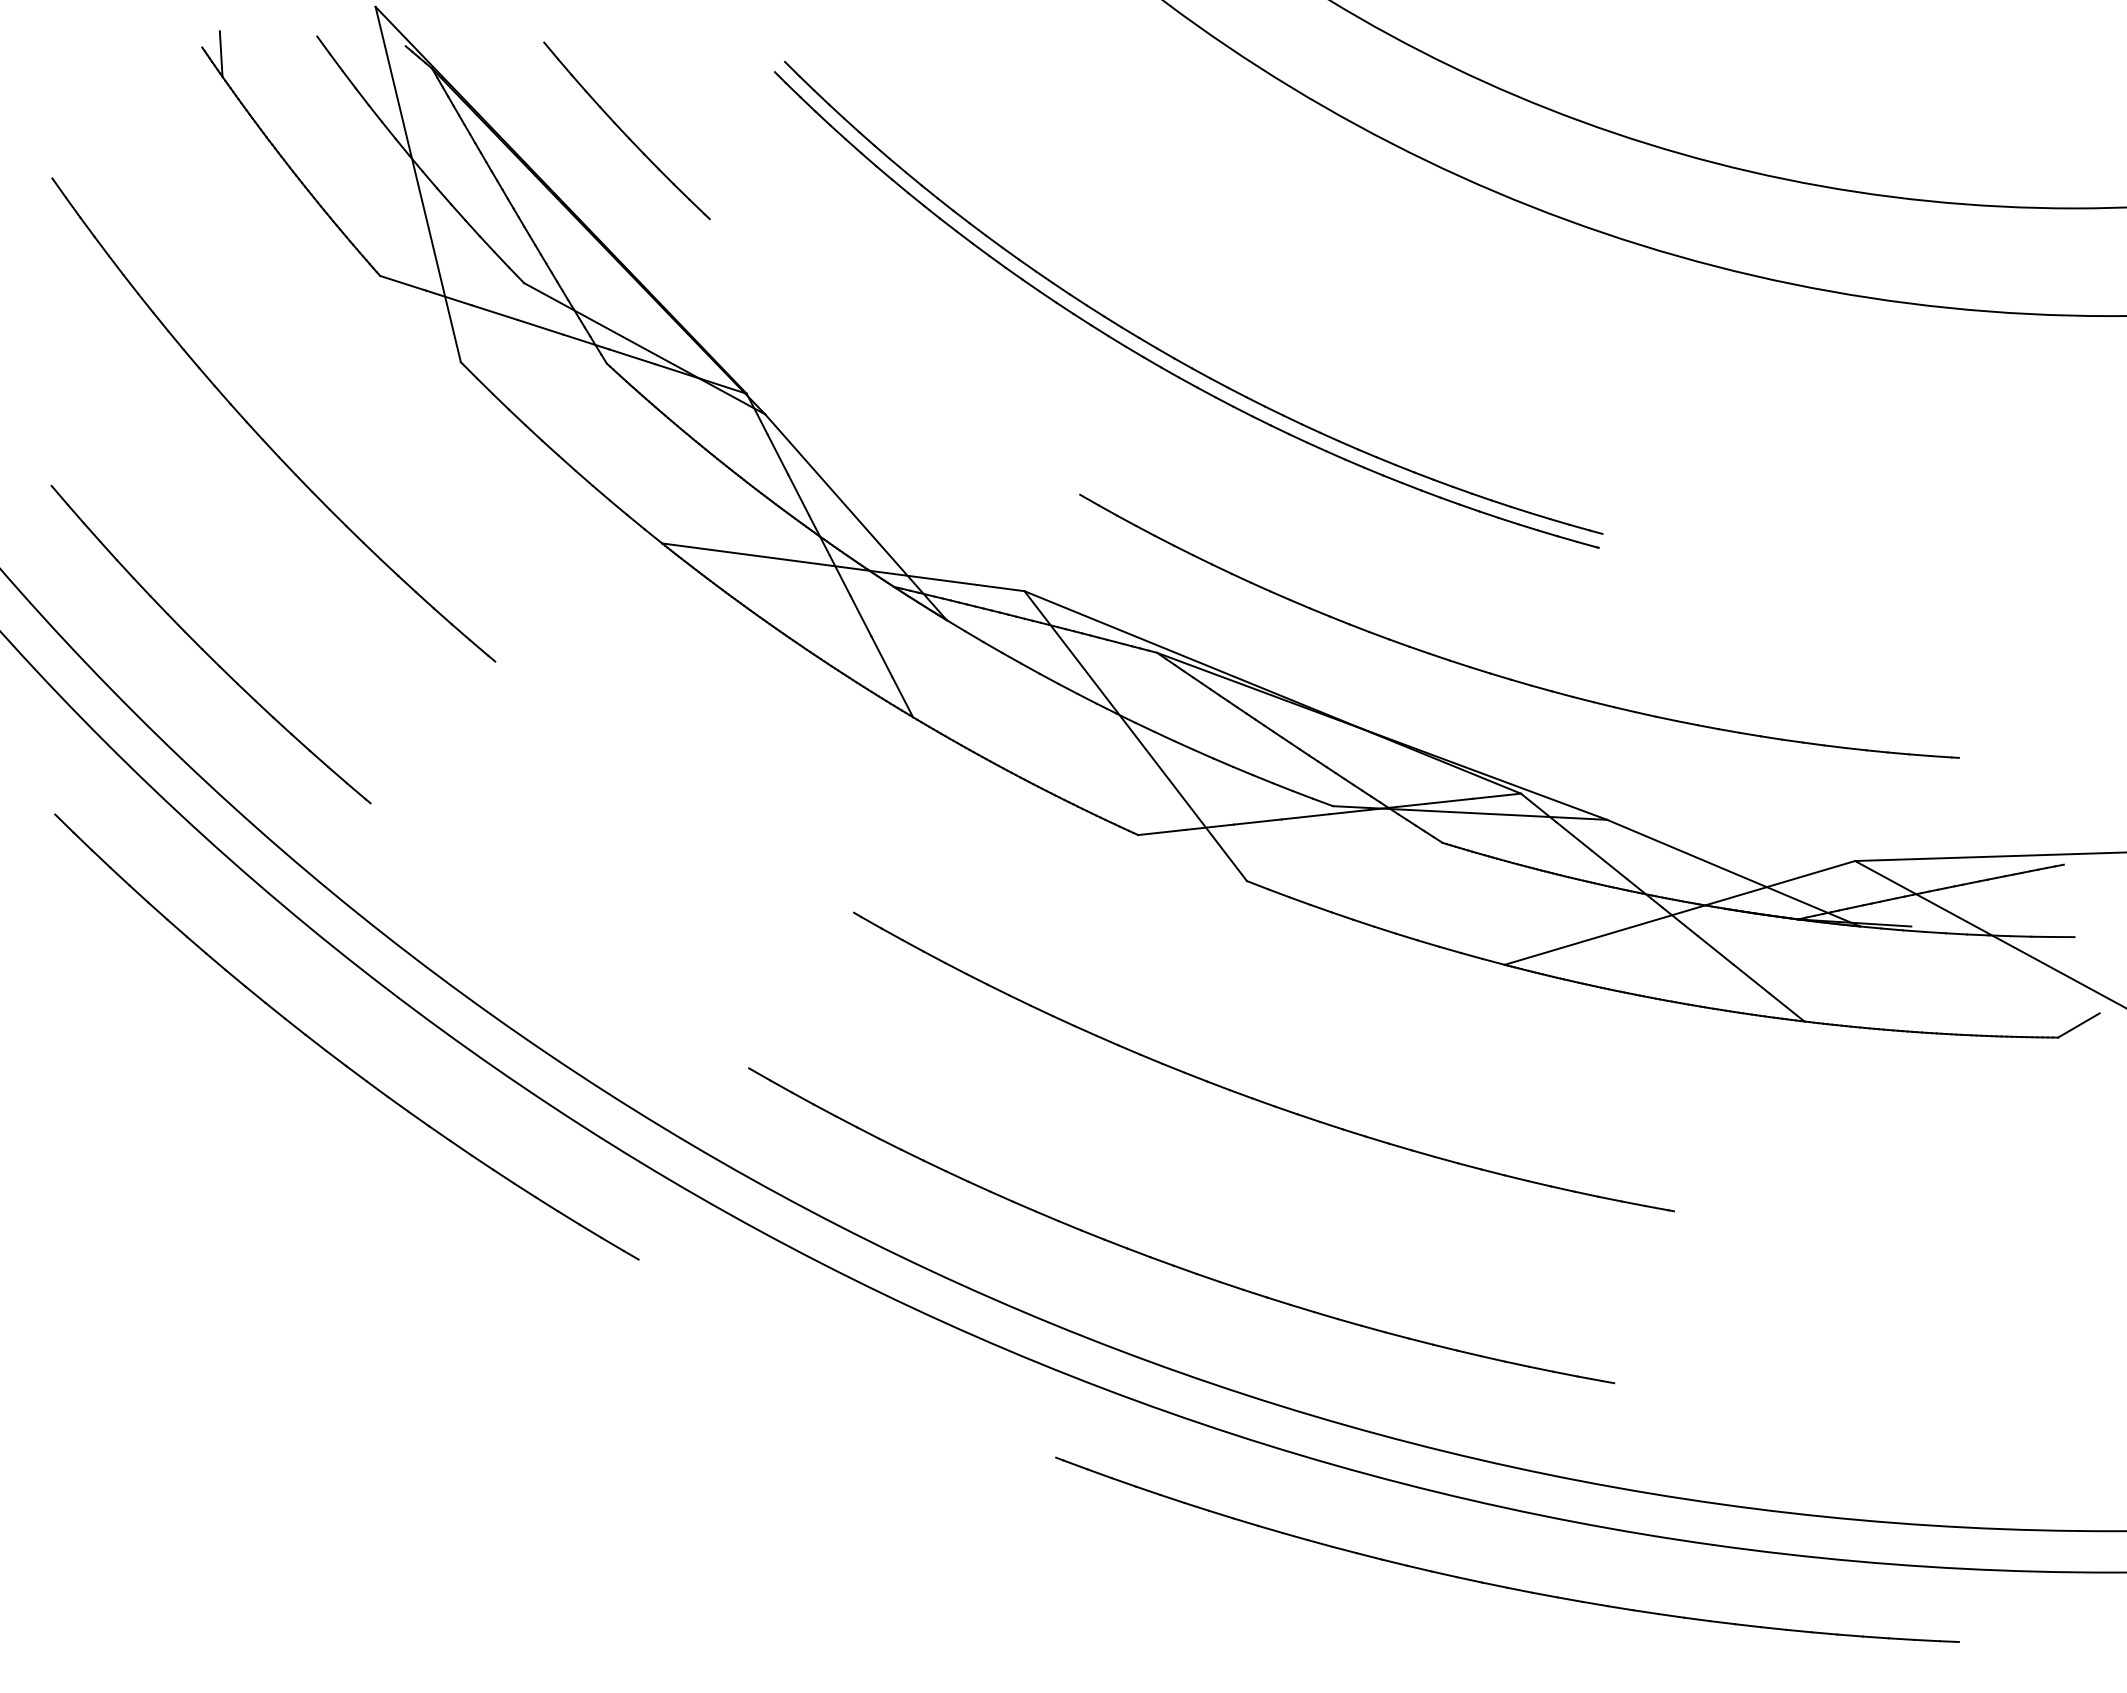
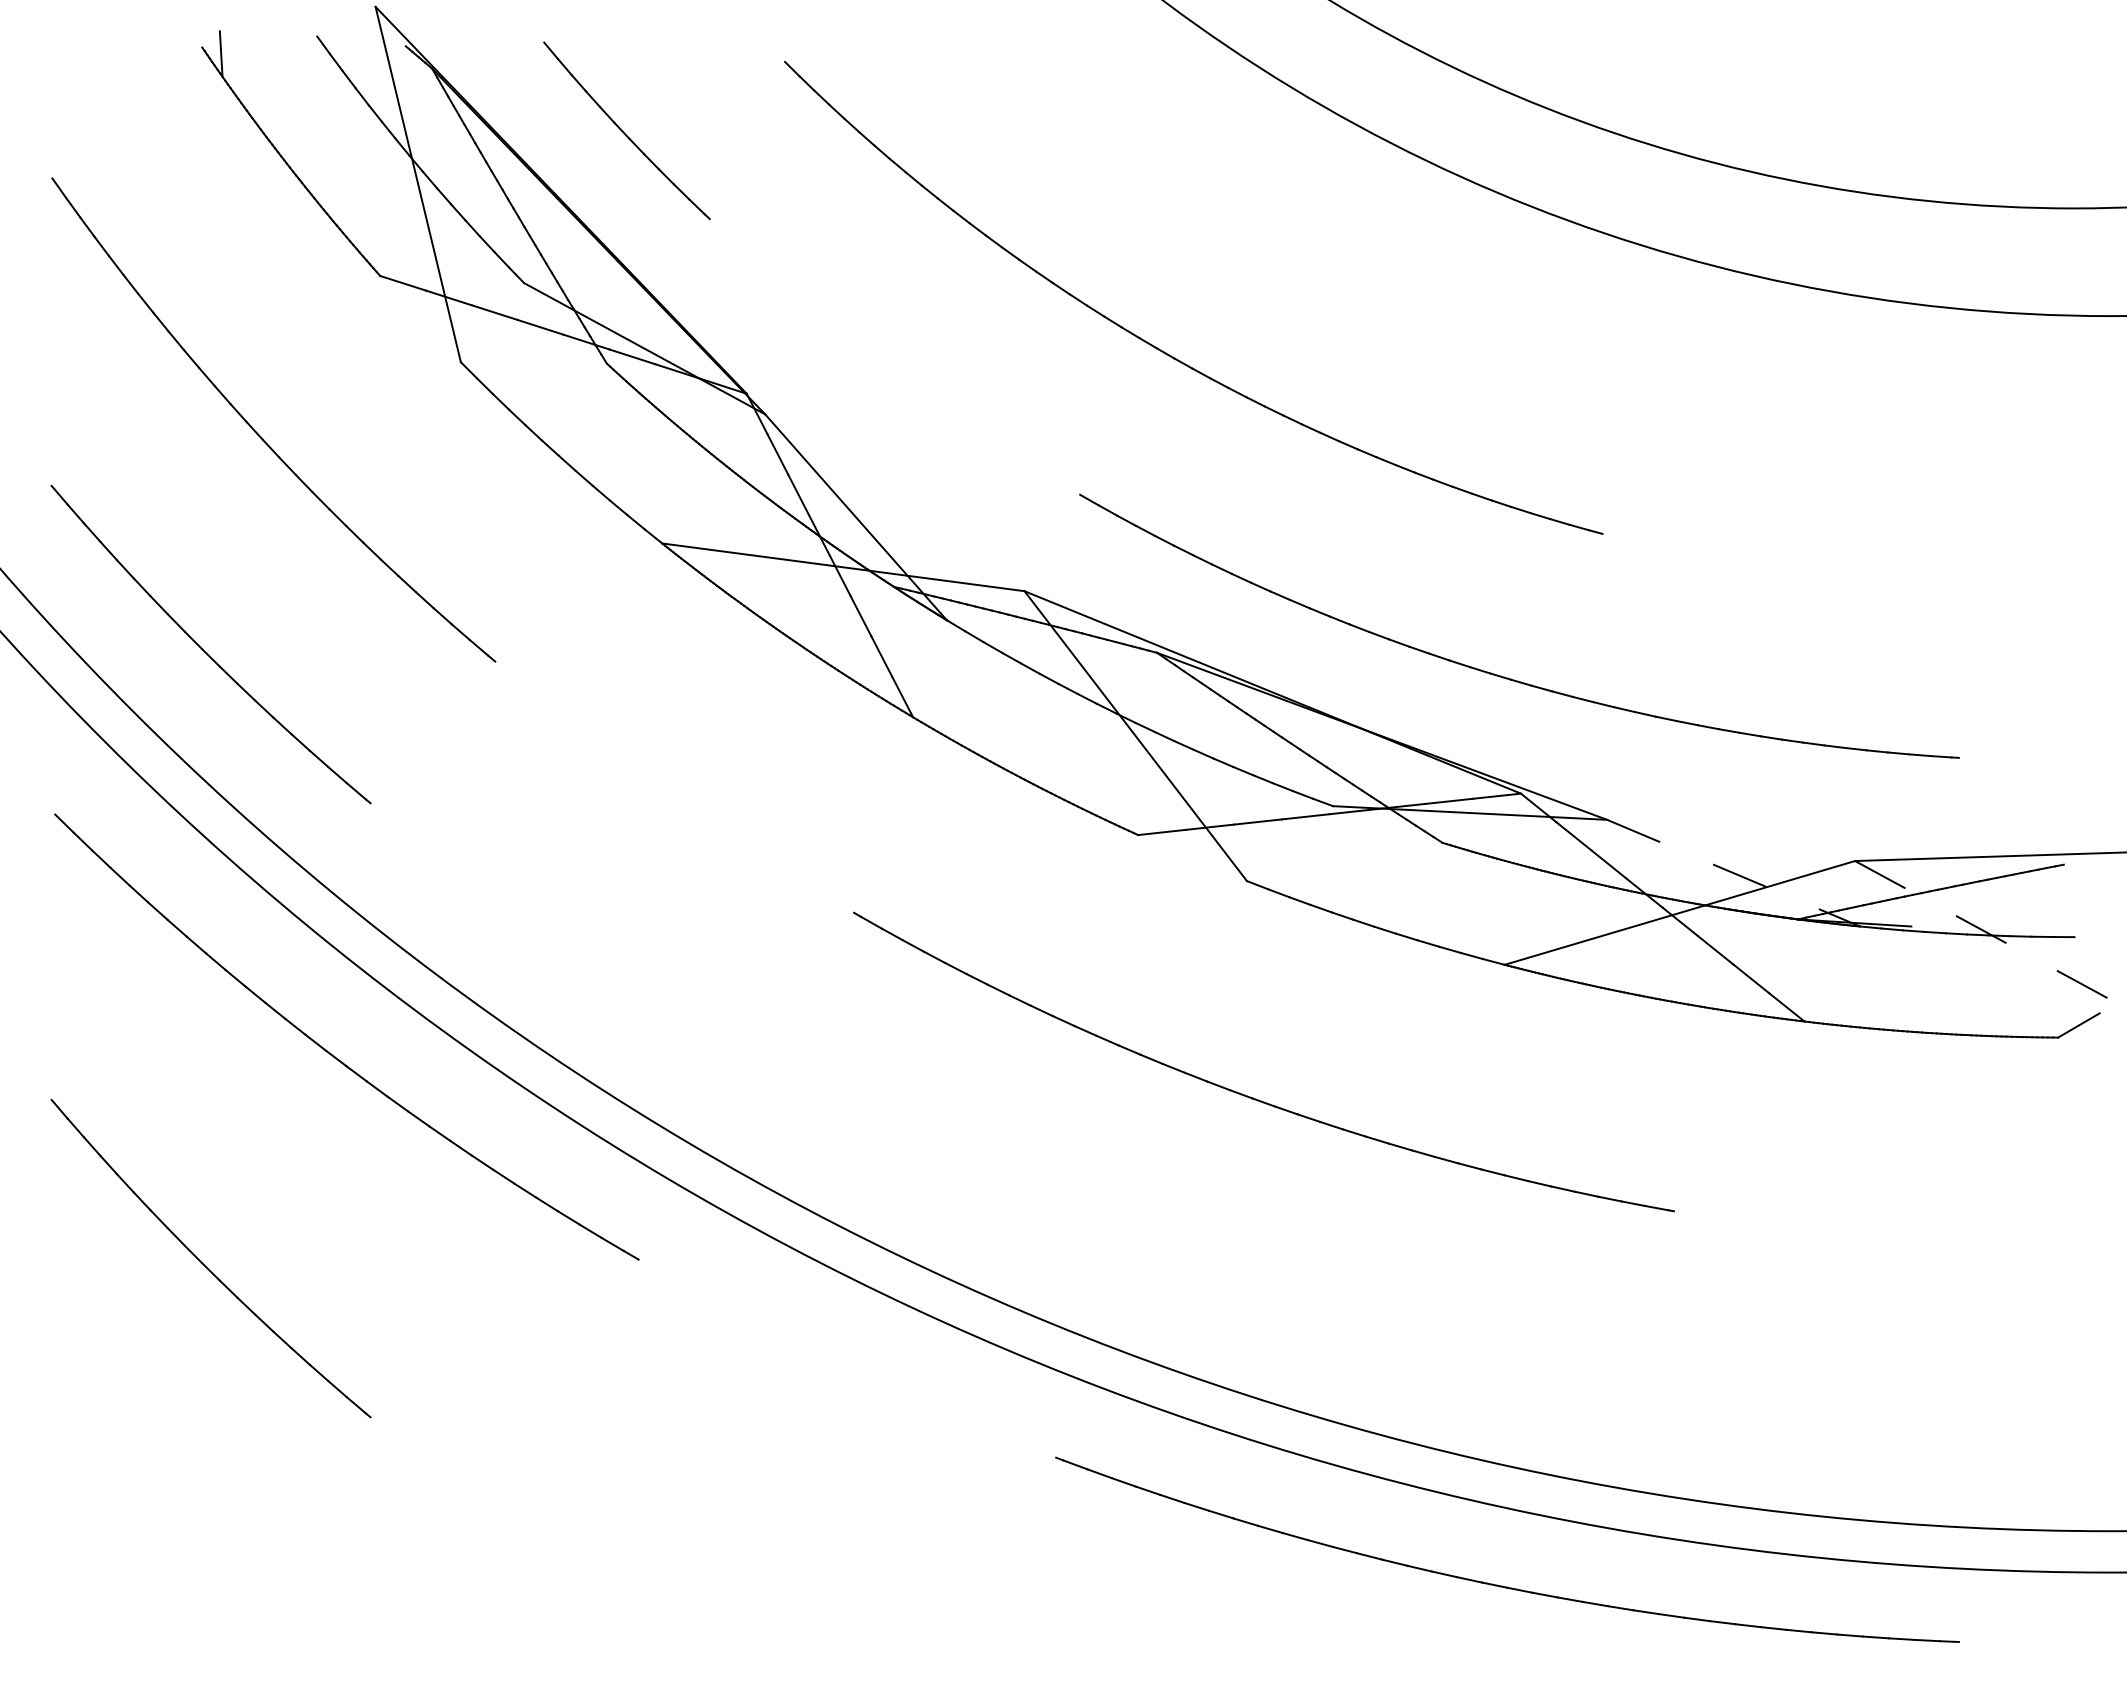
part at (1153, 361): present -> none
line at (1734, 873): solid -> dashed
line at (1991, 934): solid -> dashed
part at (1168, 1262): present -> none
part at (204, 1264): none -> present
